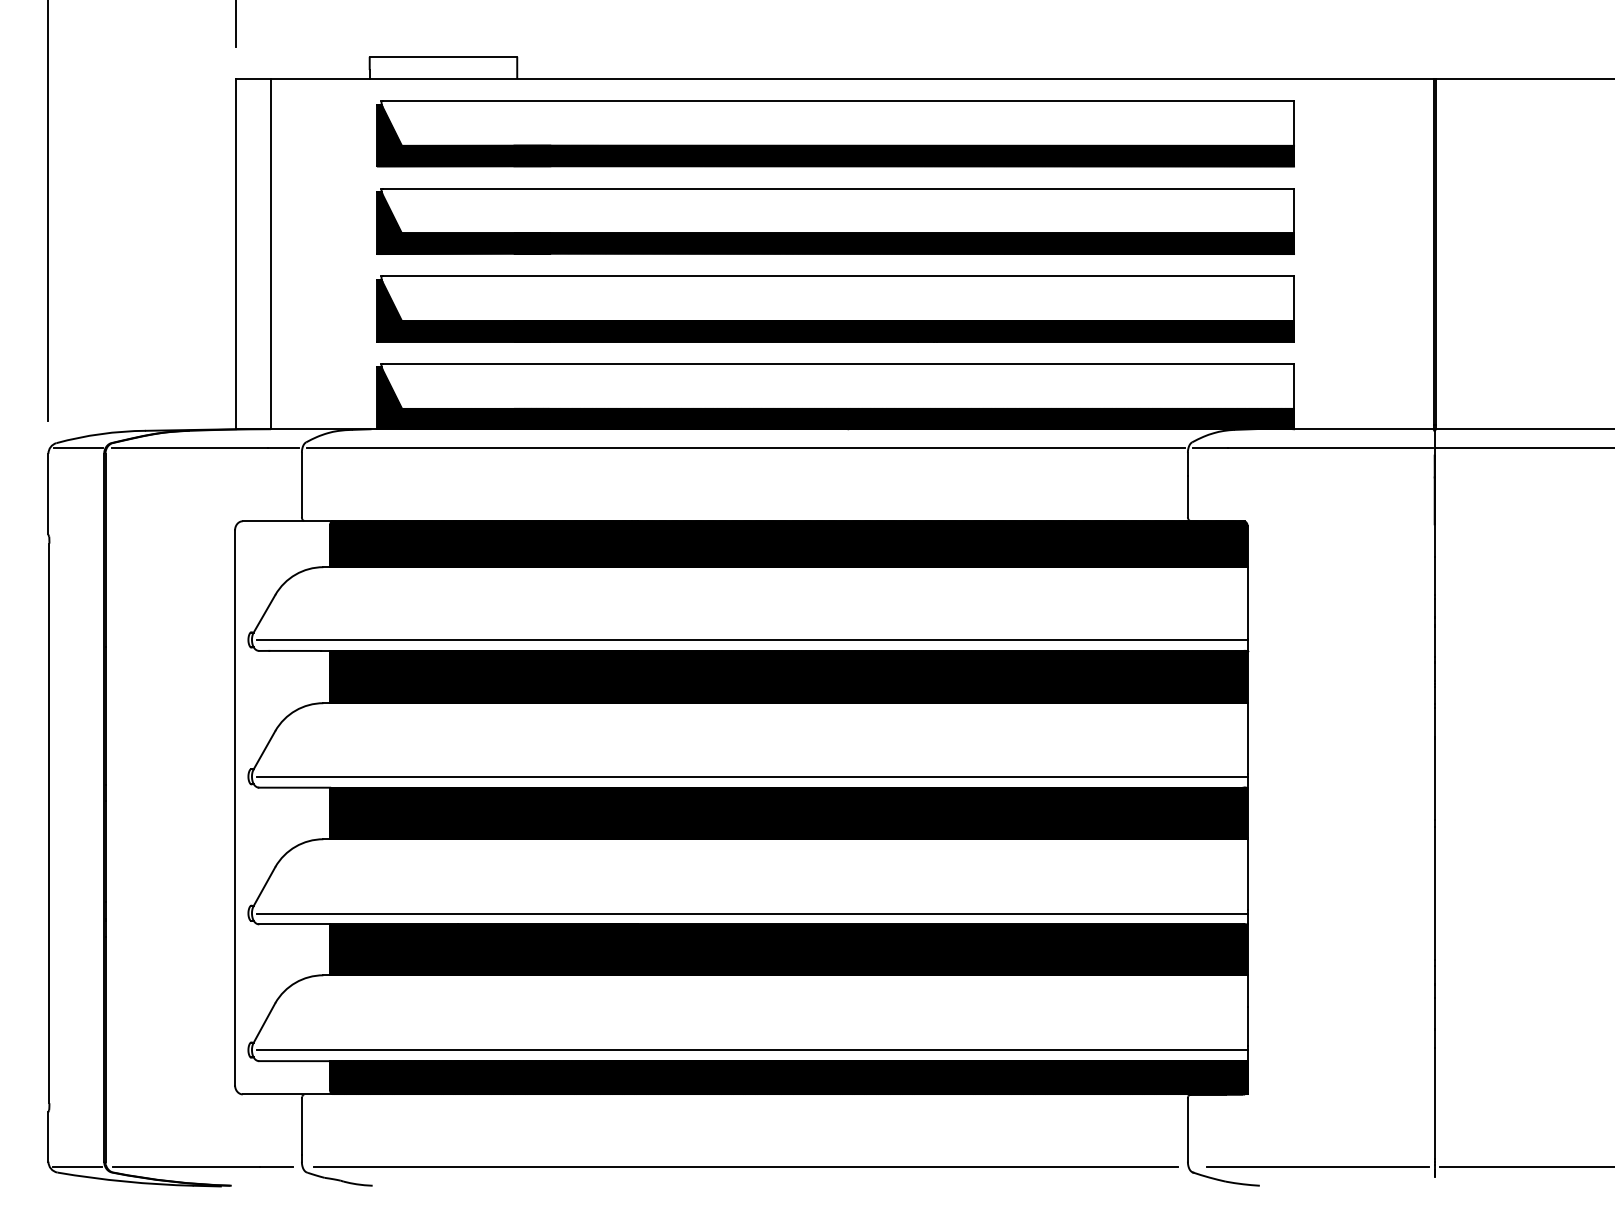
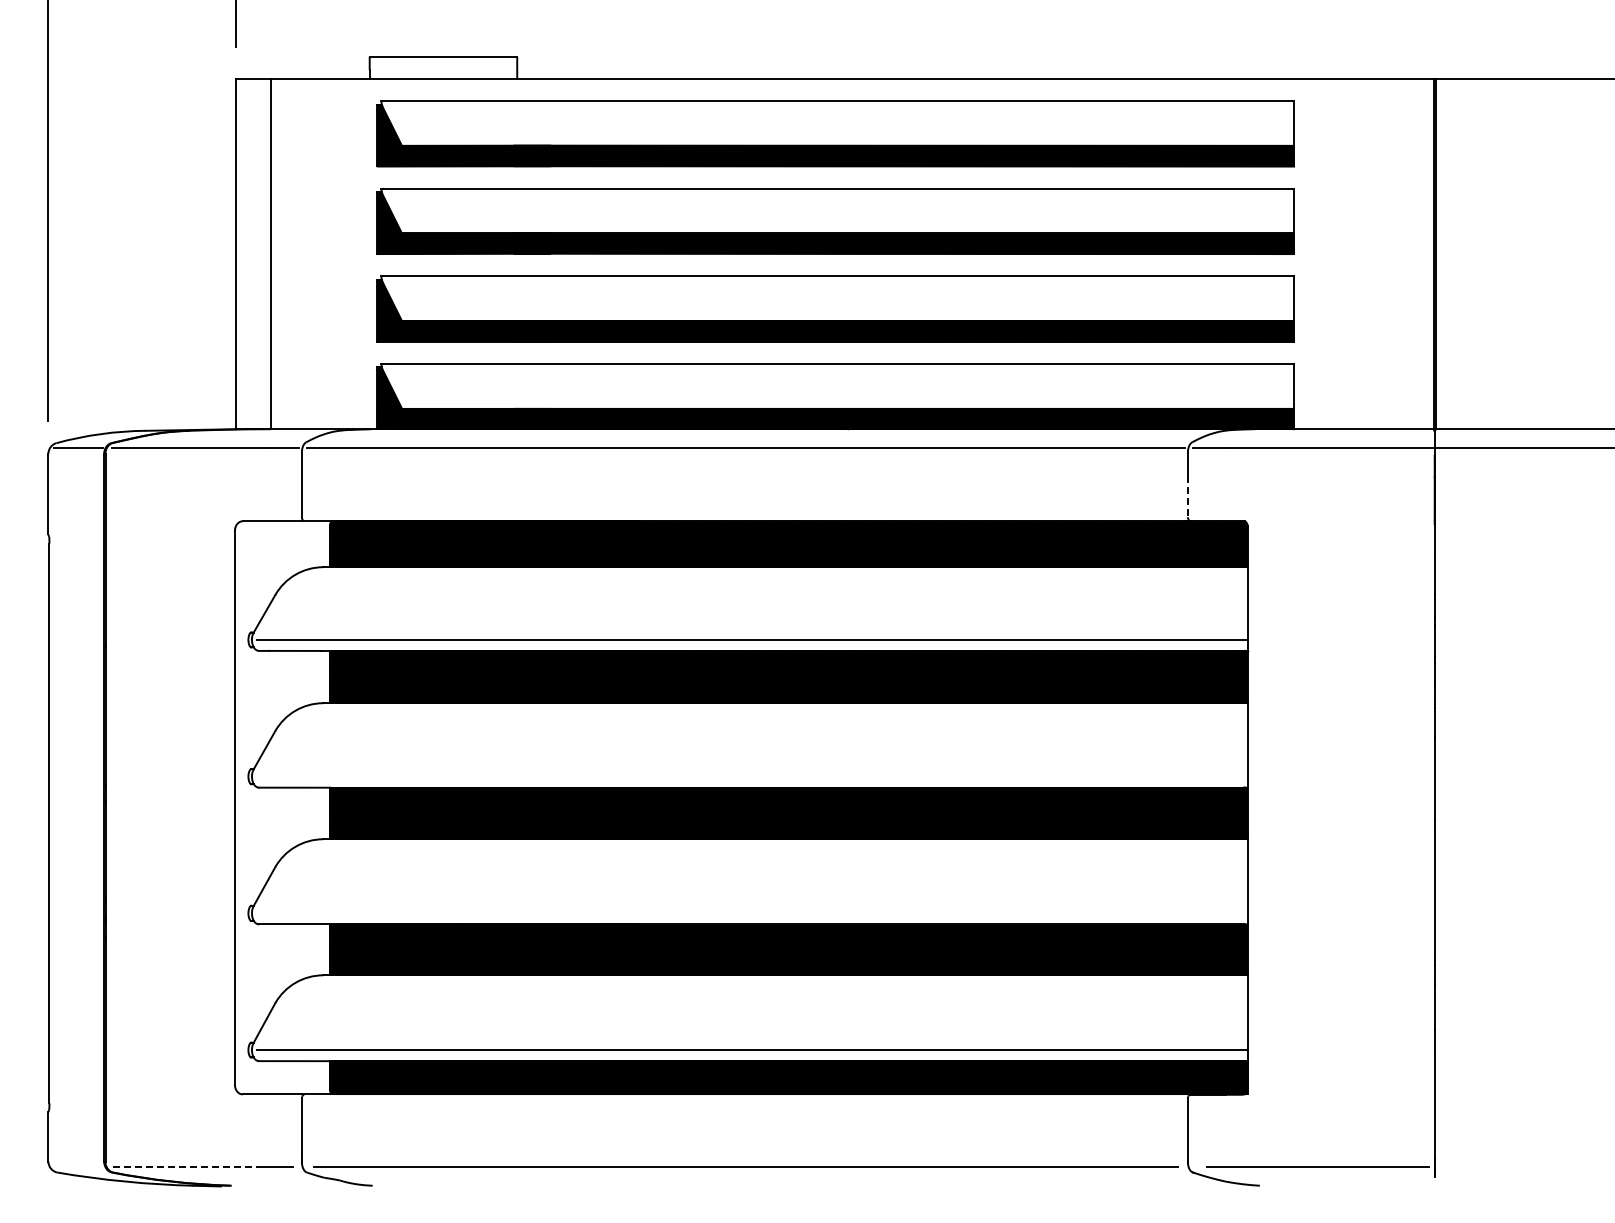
line at (1187, 496): solid -> dashed
line at (751, 776): present -> none
line at (751, 913): present -> none
line at (76, 1166): present -> none
line at (186, 1167): solid -> dashed
line at (1525, 1167): present -> none
